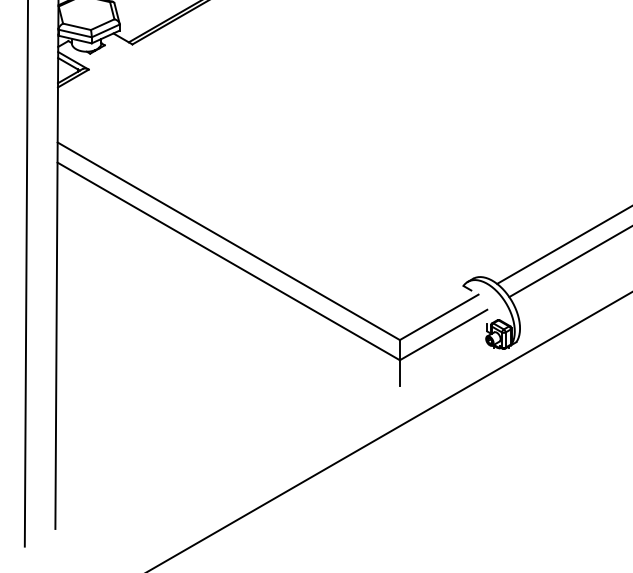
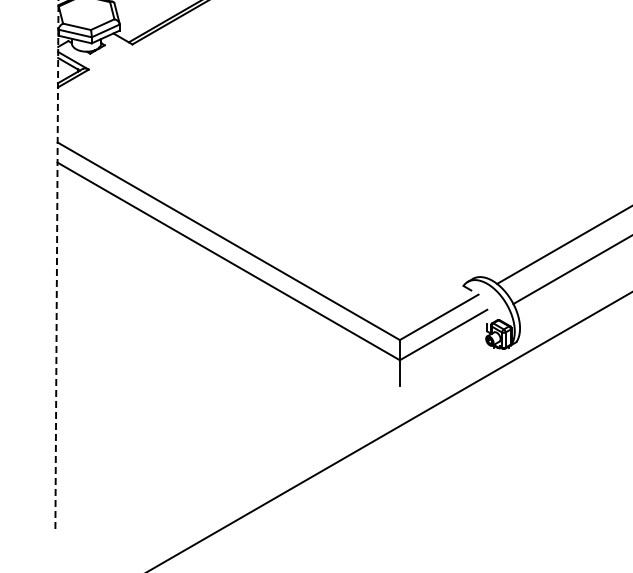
line at (569, 262) position: (569, 262) -> (571, 270)
line at (56, 264): solid -> dashed
line at (26, 274): present -> none
